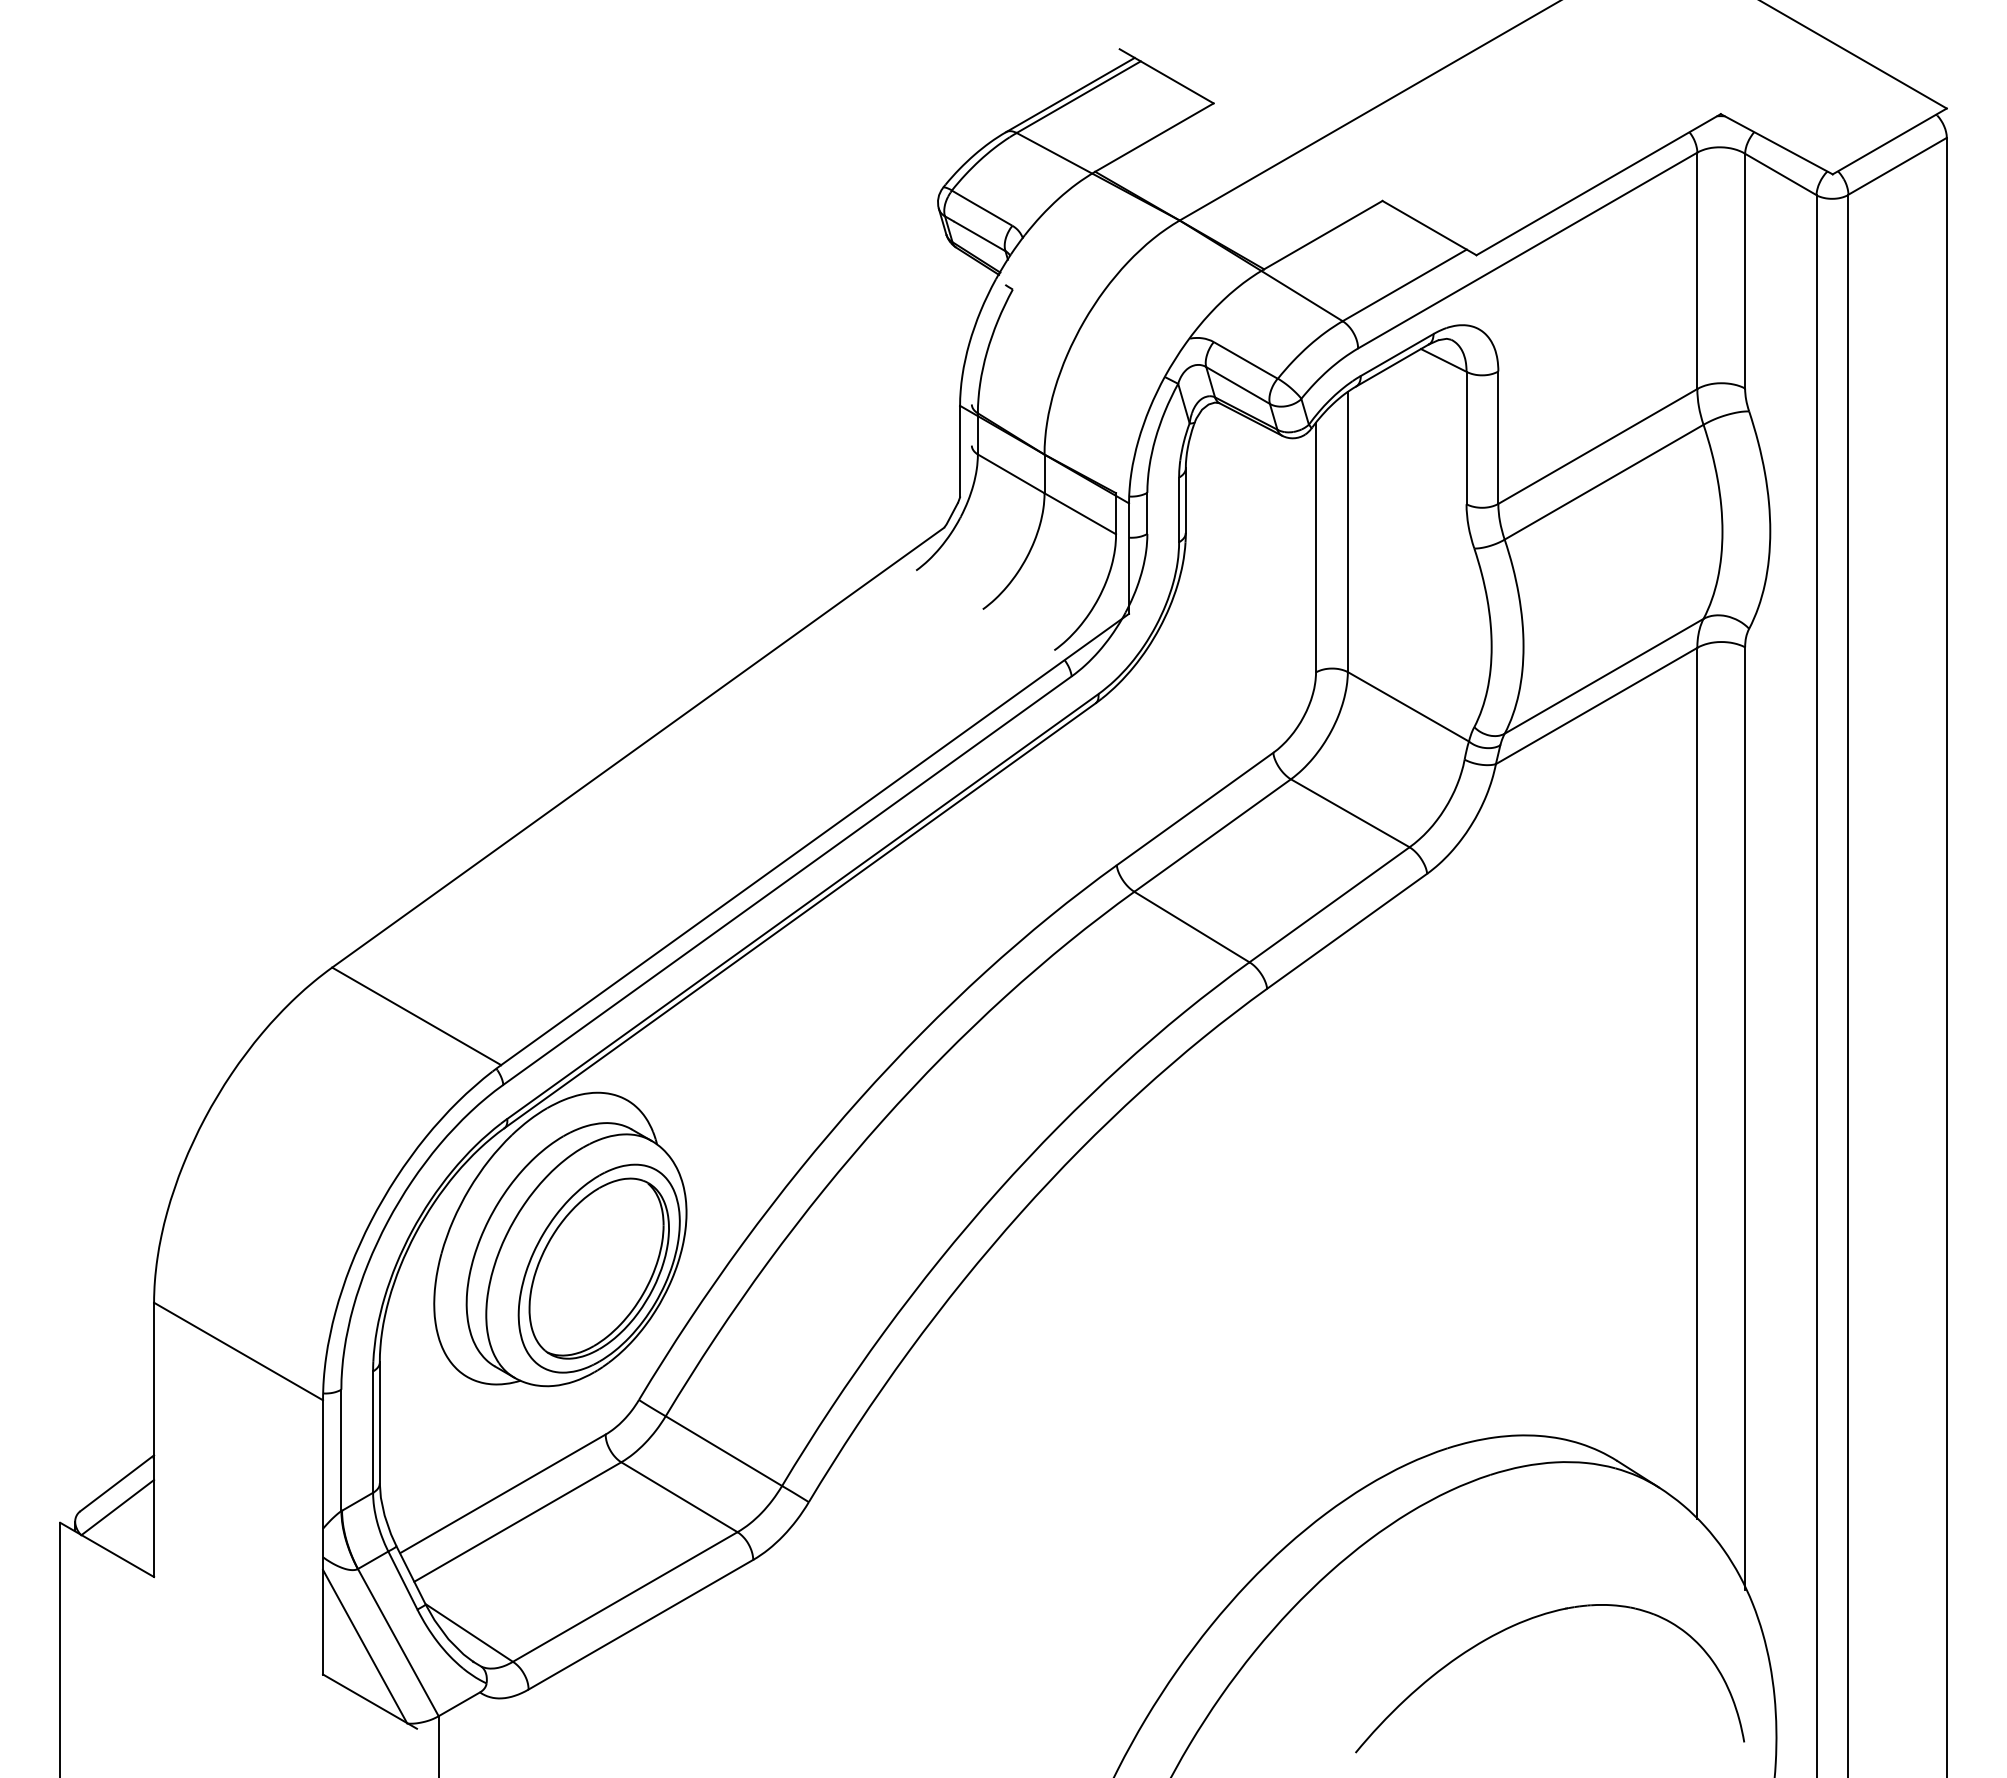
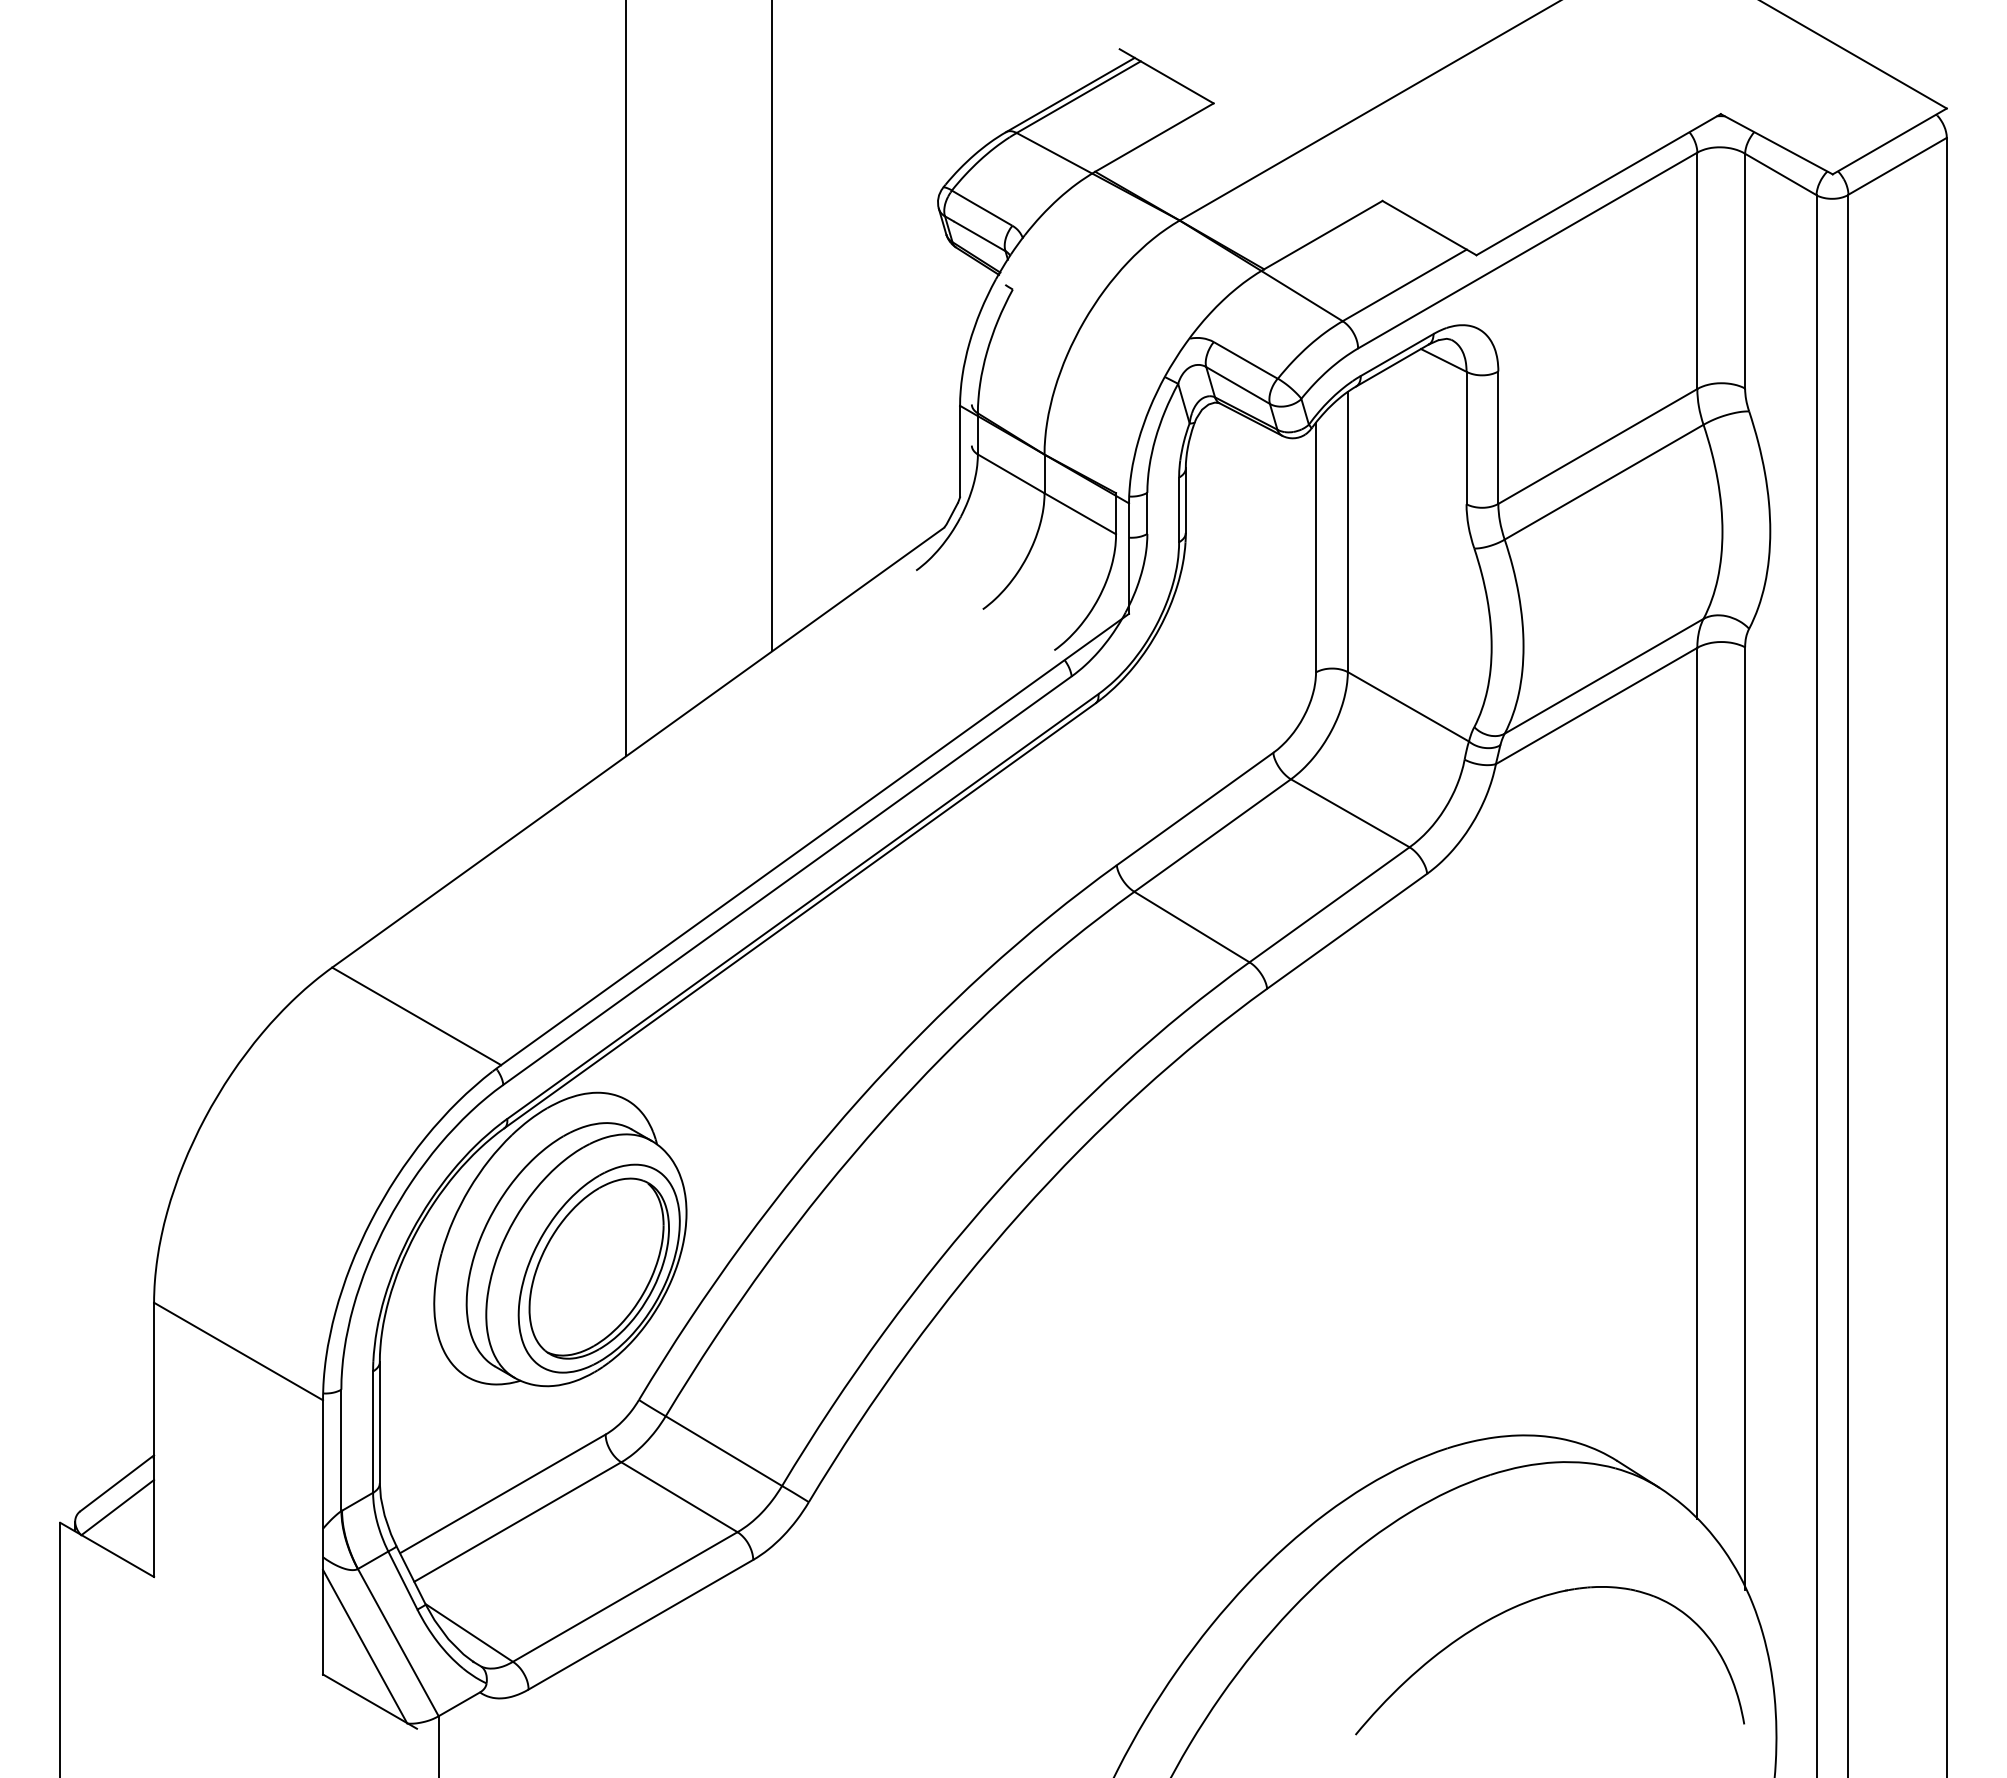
line at (772, 326): none -> present
line at (626, 379): none -> present
part at (1524, 1622) position: (1524, 1622) -> (1524, 1604)
